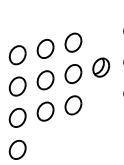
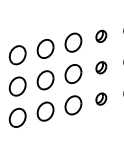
part at (101, 35): none -> present
part at (100, 67) size: 18x21 px -> 13x14 px
part at (101, 98): none -> present
part at (17, 149): present -> none
